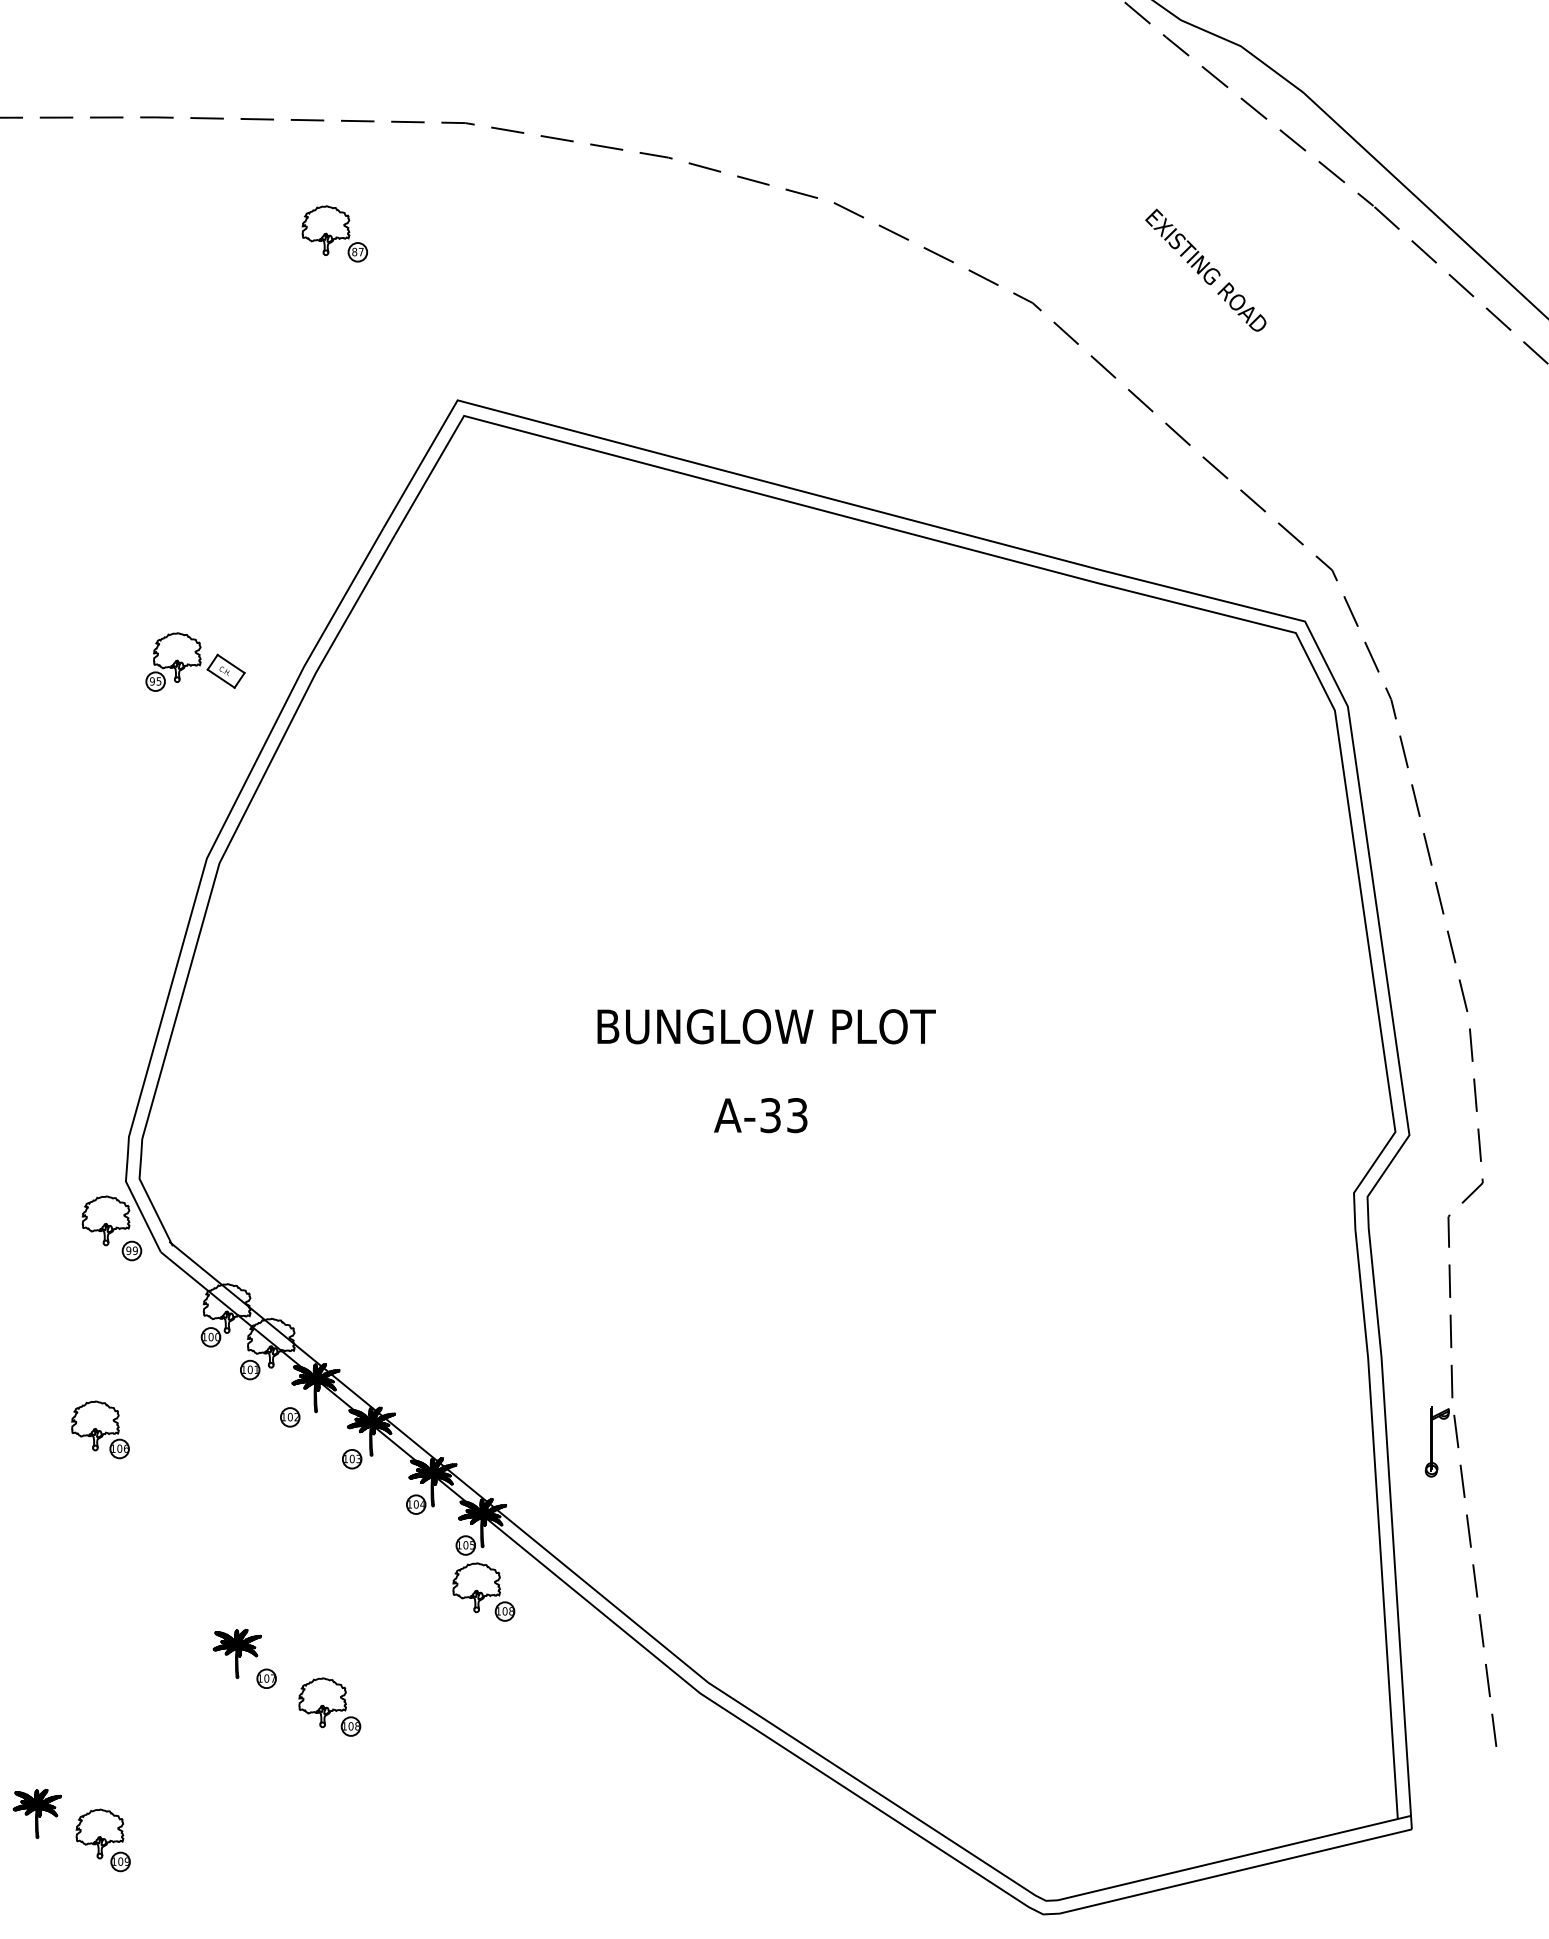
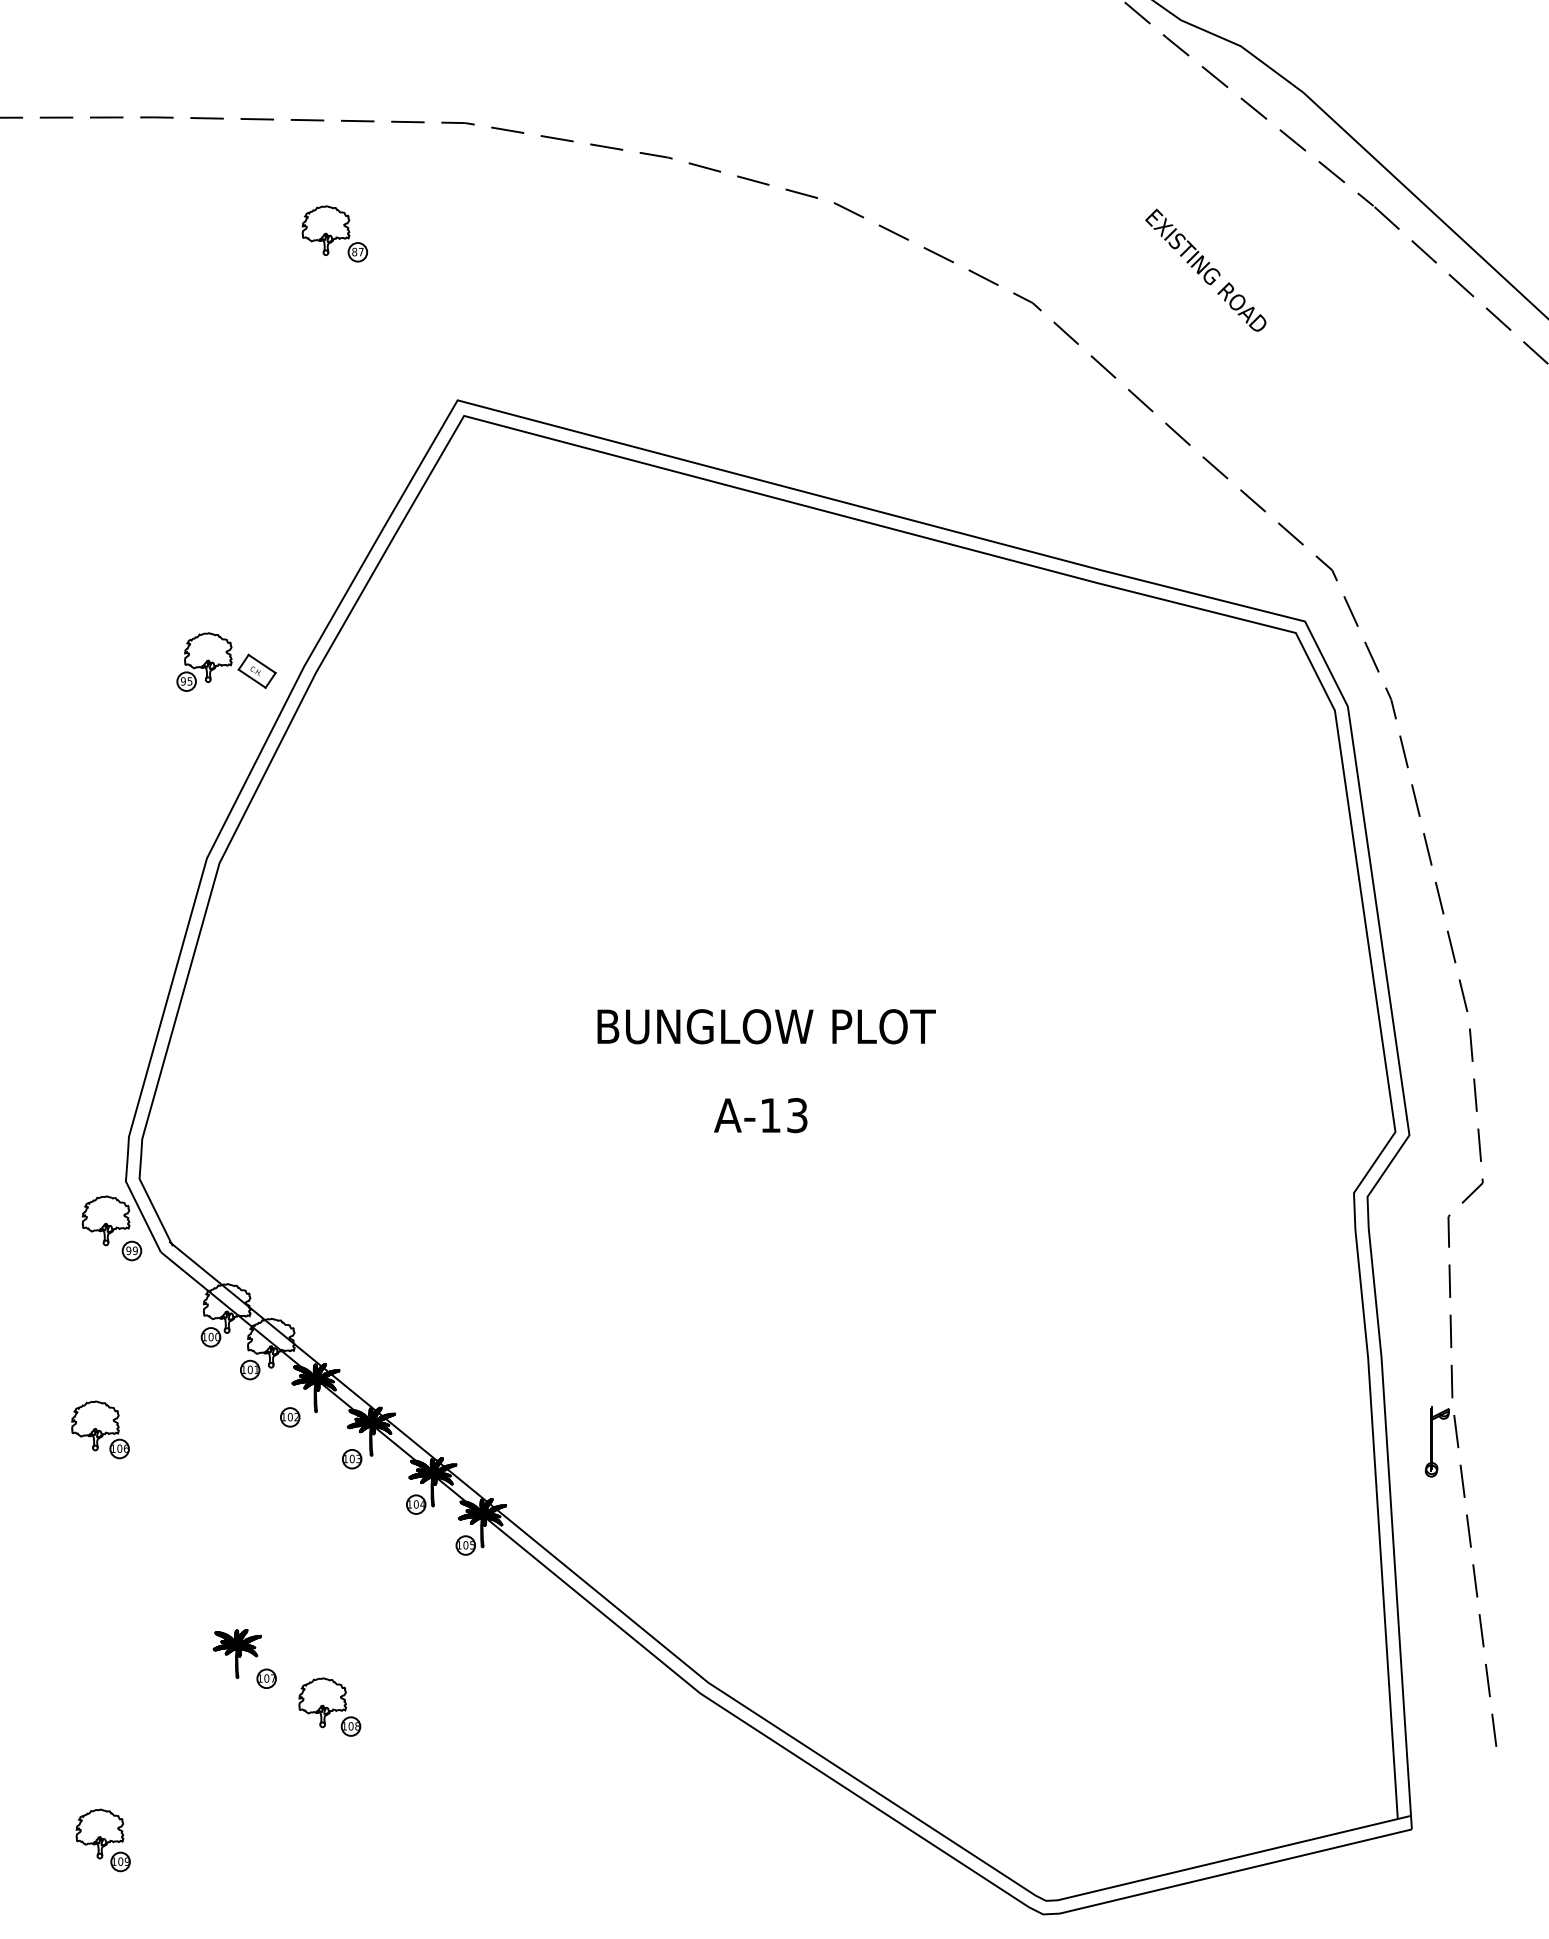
part at (195, 661) position: (195, 661) -> (226, 661)
text at (770, 1115): A-33 -> A-13
part at (483, 1591): present -> none
part at (36, 1813): present -> none
